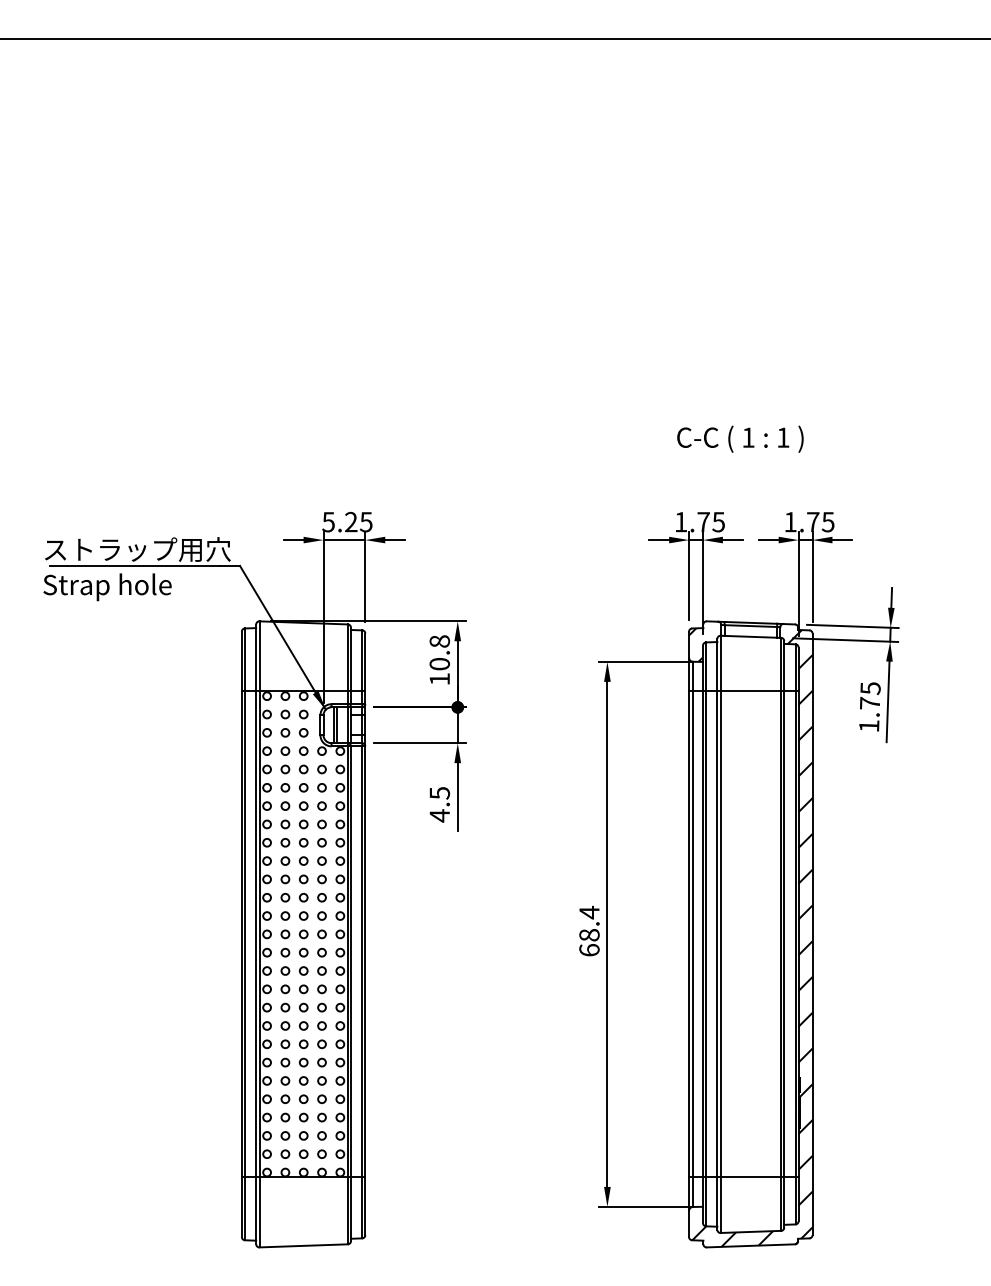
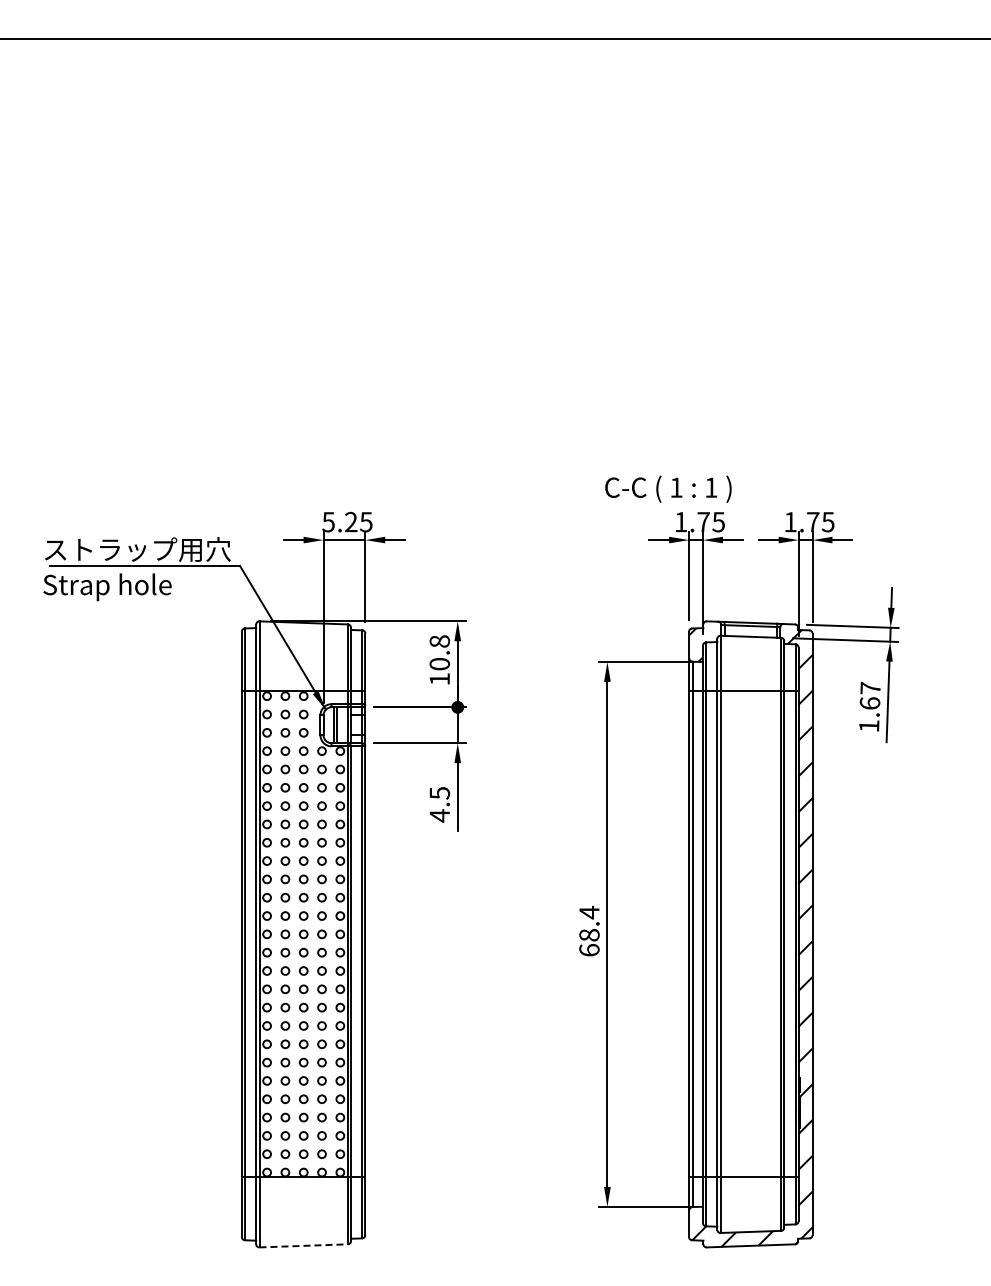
text at (740, 438) position: (740, 438) -> (668, 488)
text at (869, 695): 1.75 -> 1.67
line at (304, 1245): solid -> dashed
